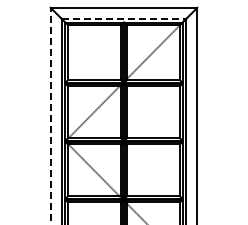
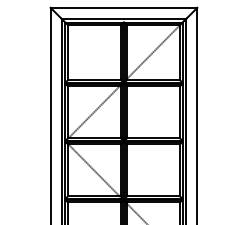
line at (124, 18): dashed -> solid
line at (50, 115): dashed -> solid
